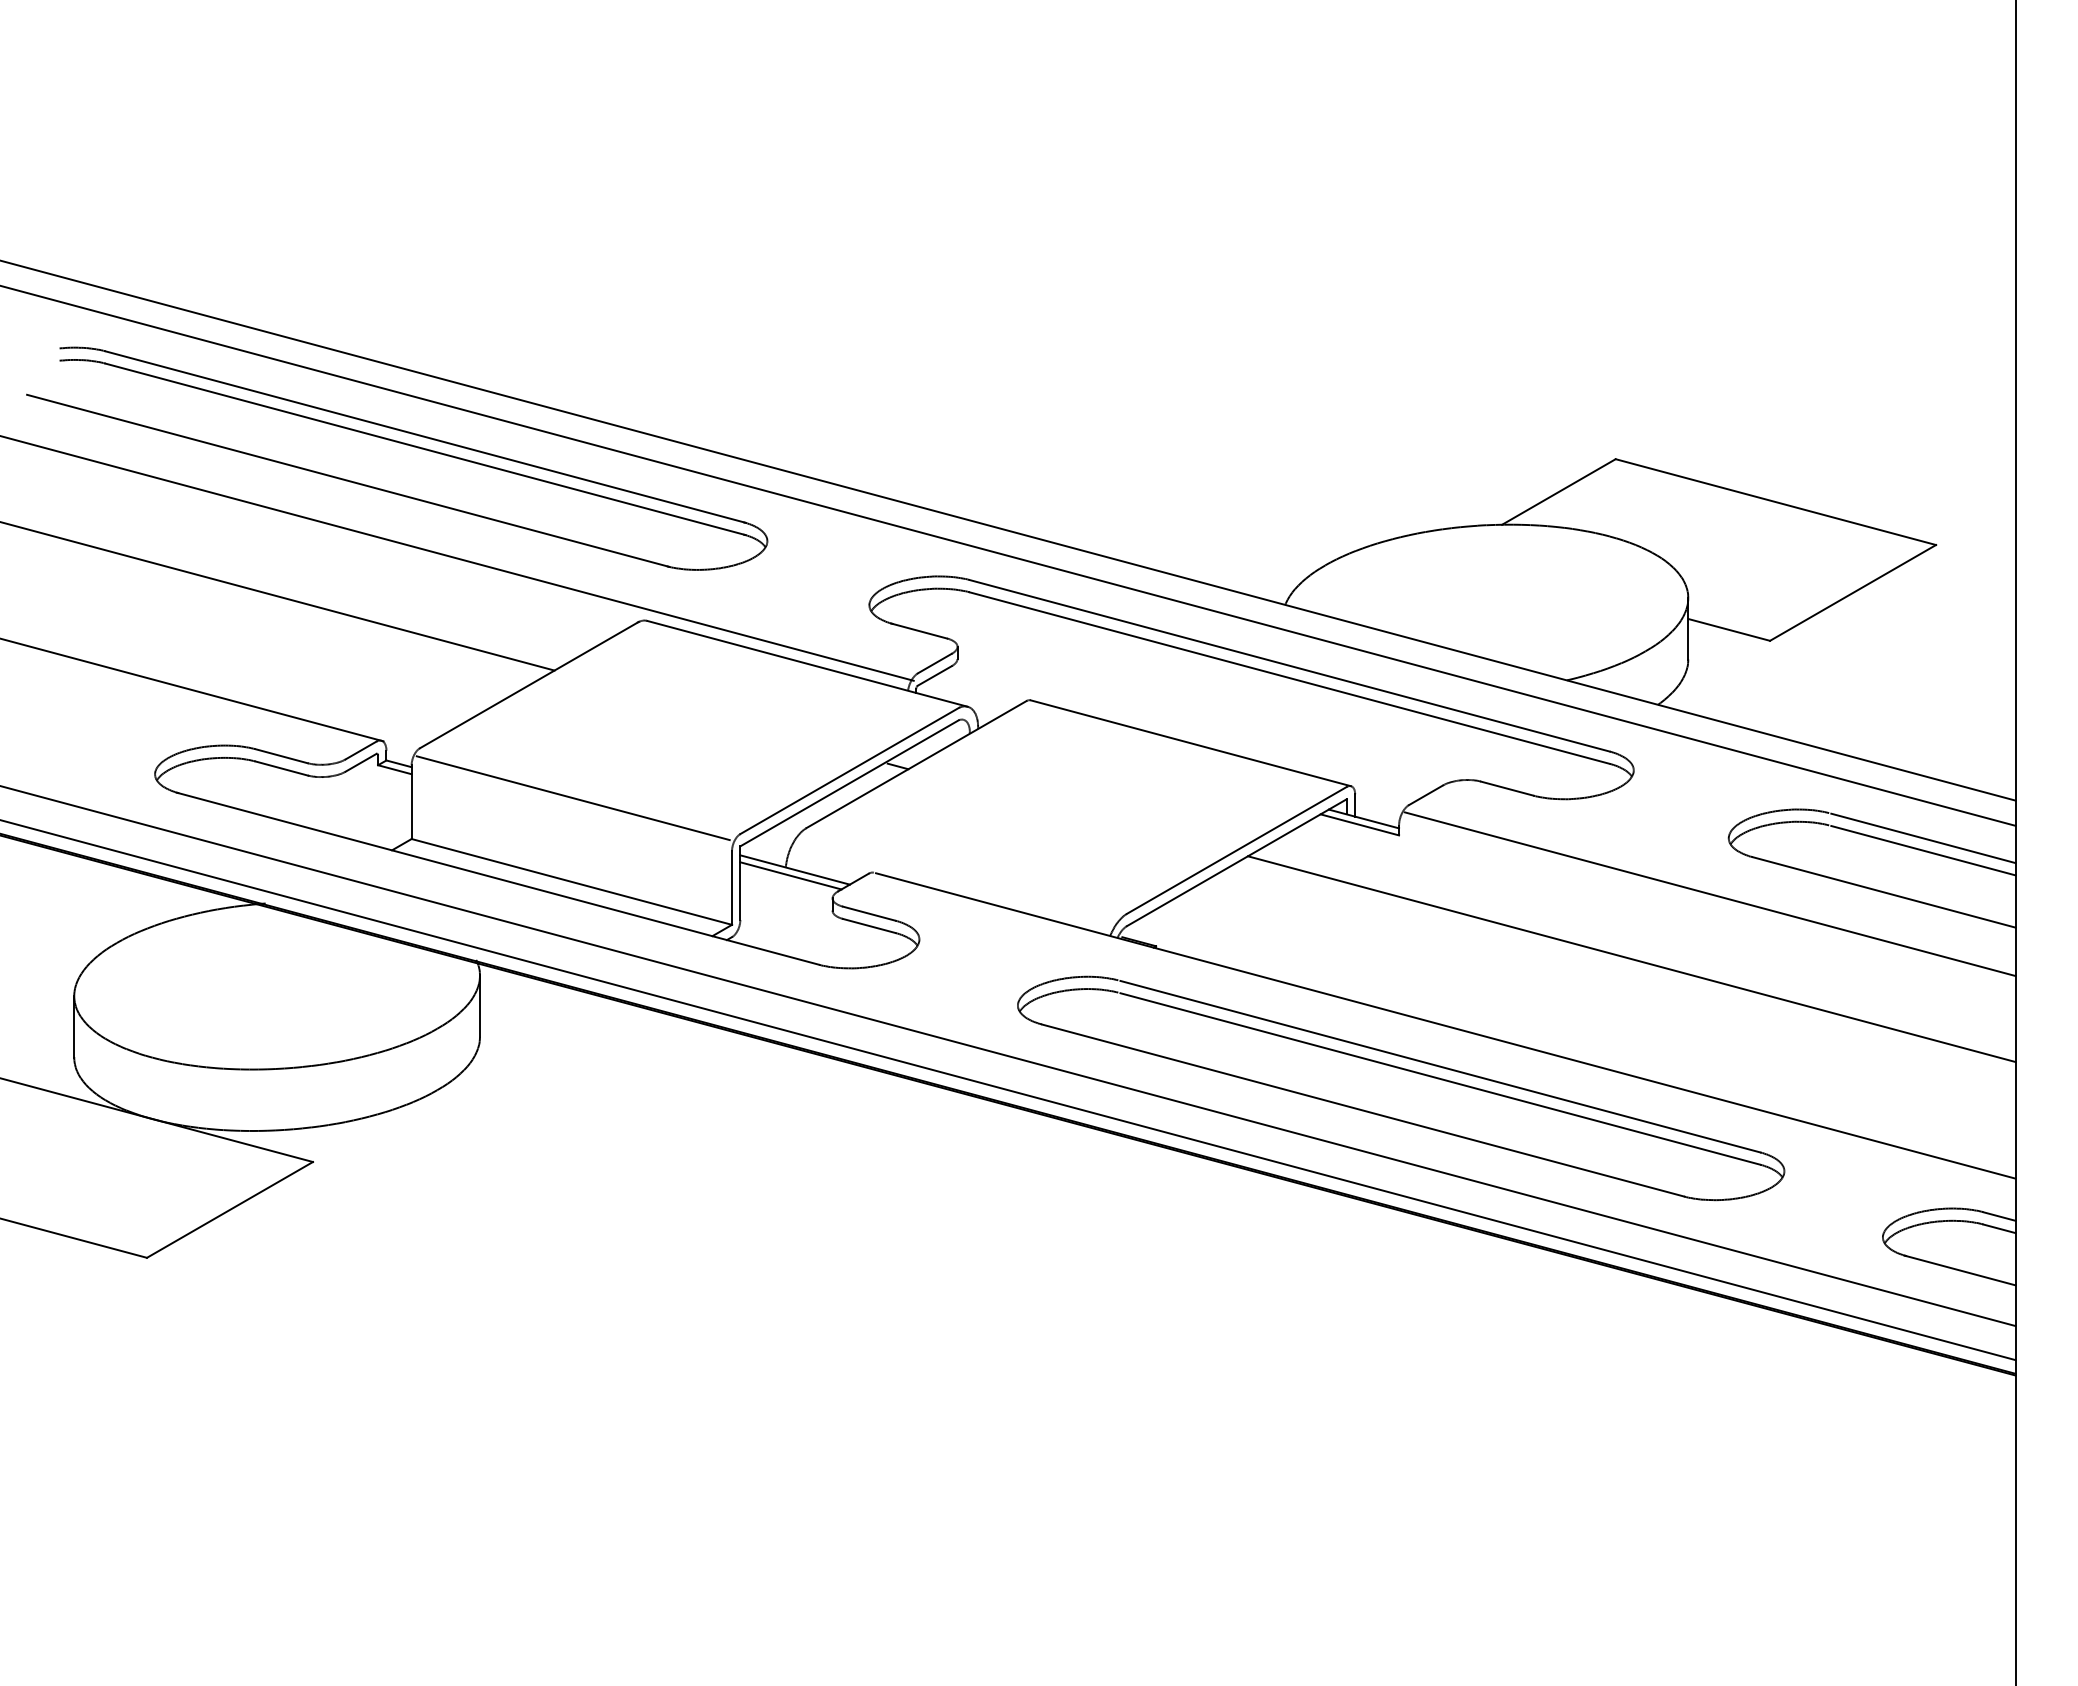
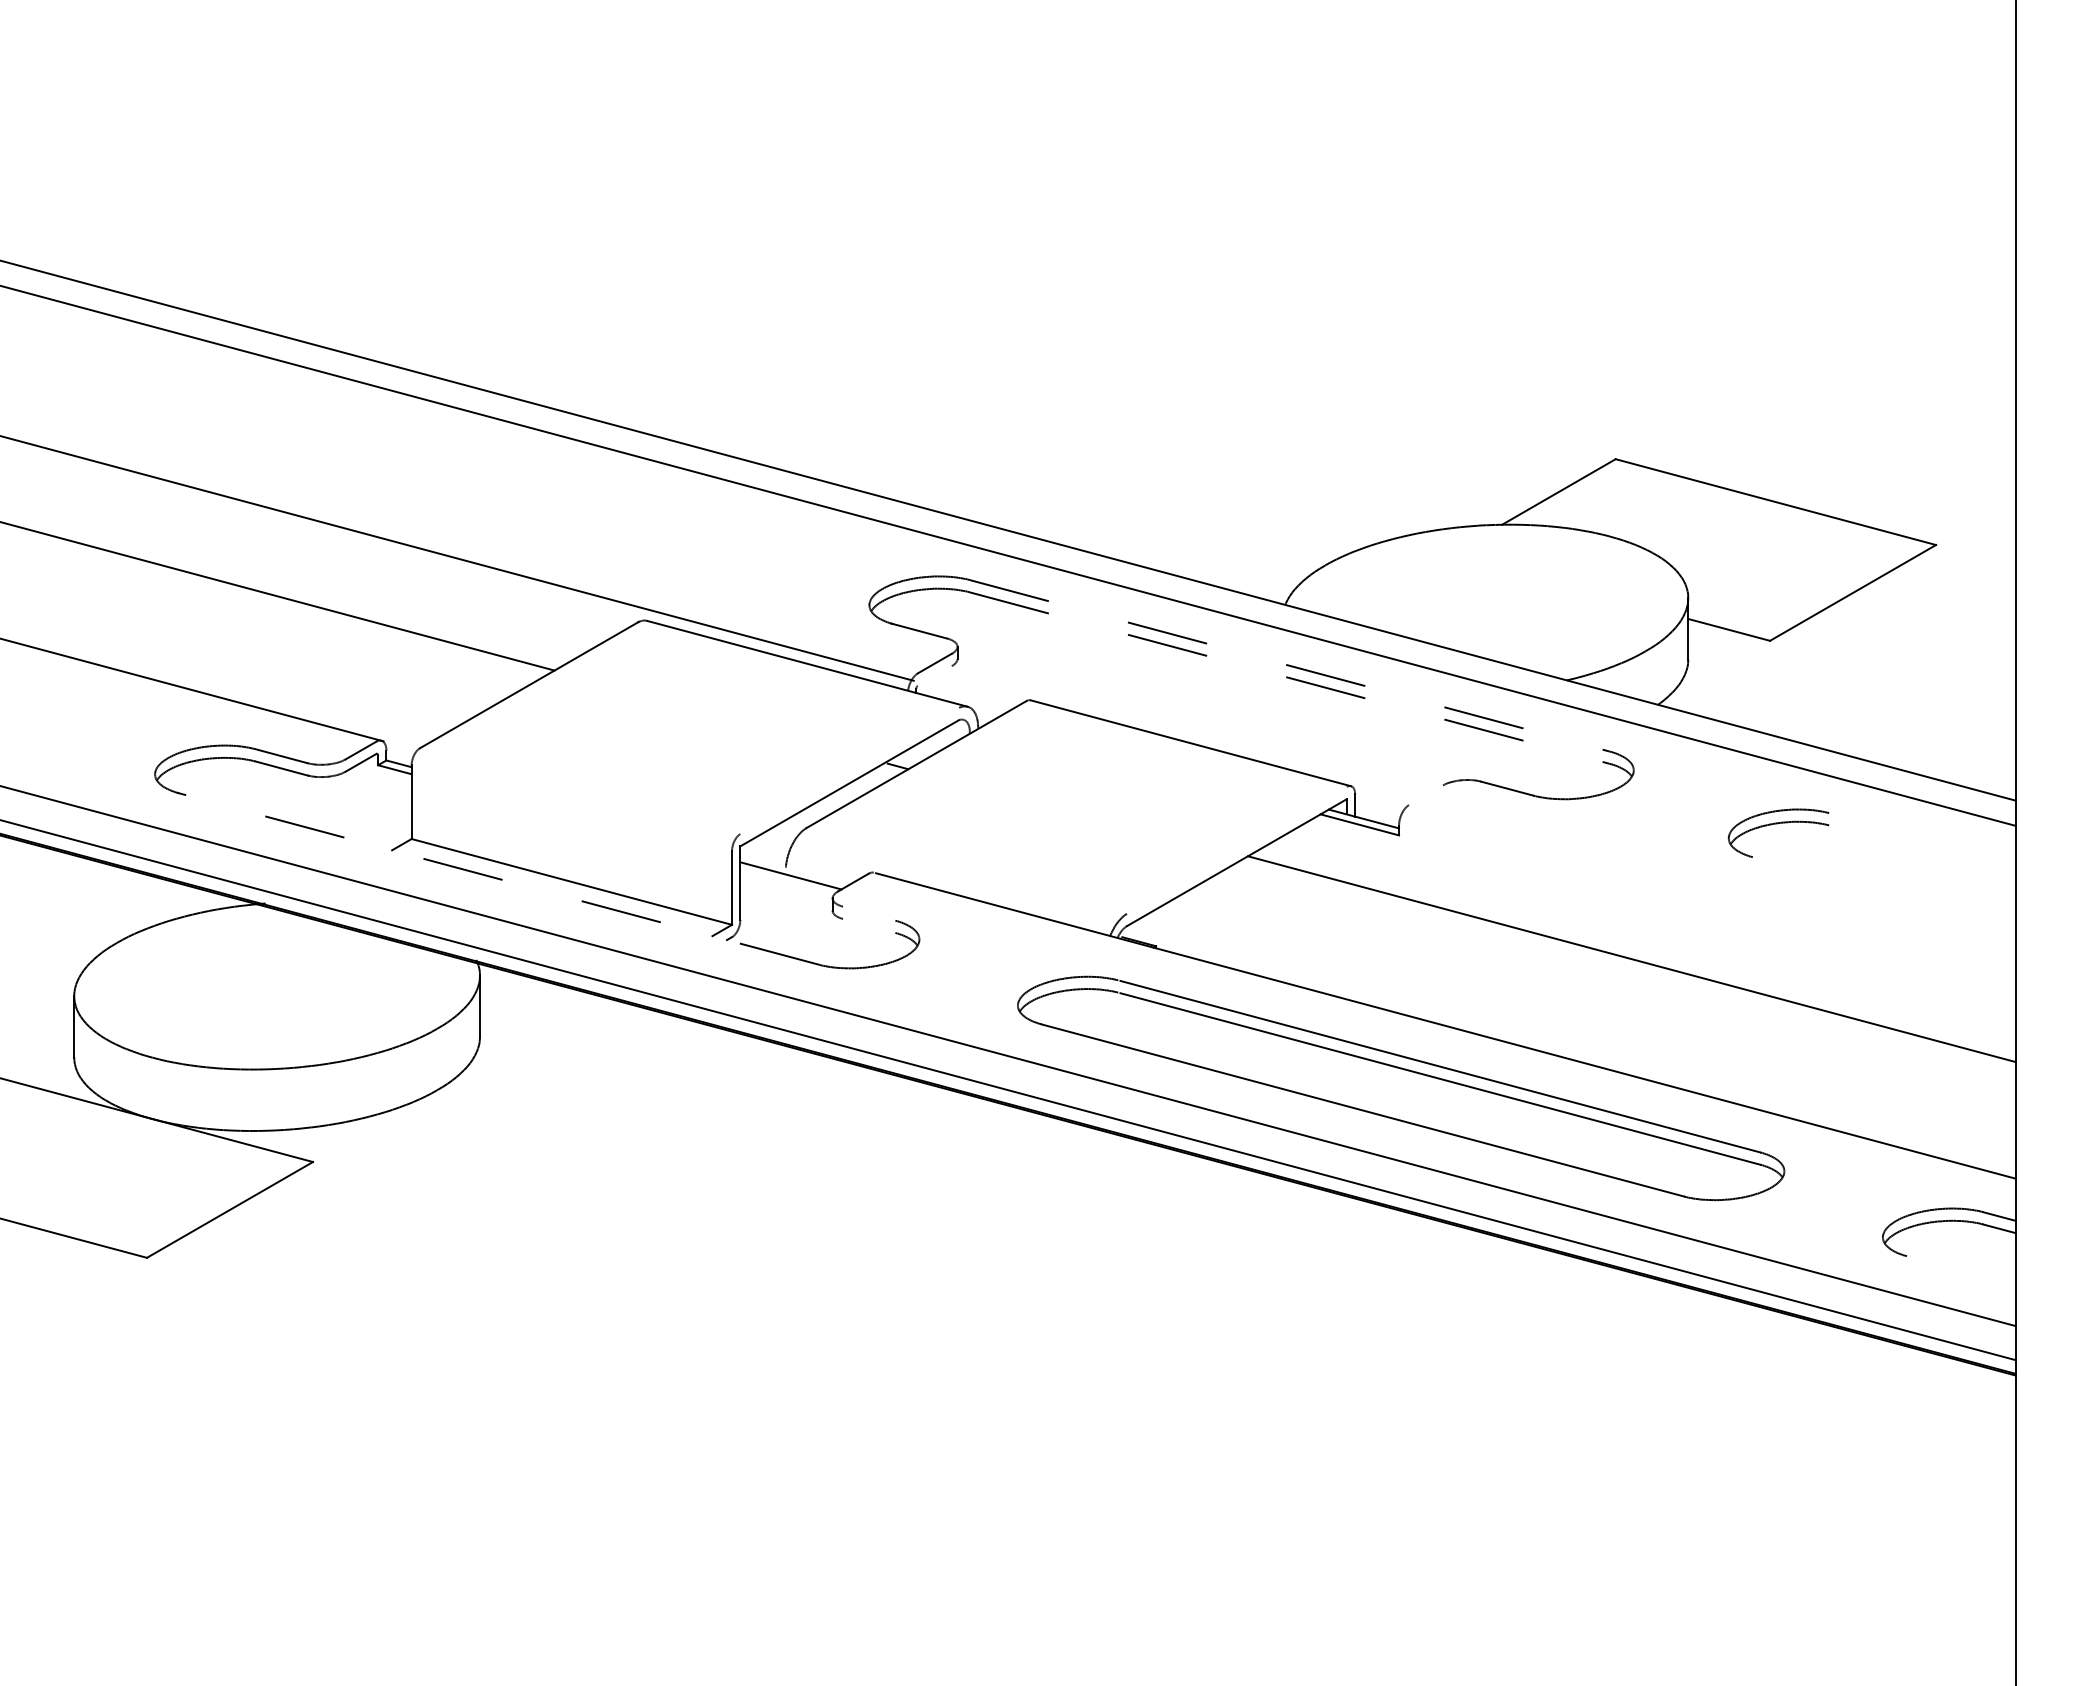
part at (402, 444): present -> none
line at (1290, 665): solid -> dashed
line at (934, 675): present -> none
line at (1290, 678): solid -> dashed
line at (849, 770): present -> none
line at (1425, 795): present -> none
line at (572, 798): present -> none
line at (1923, 838): present -> none
line at (1236, 849): present -> none
line at (1923, 850): present -> none
line at (794, 869): present -> none
line at (497, 878): solid -> dashed
line at (1883, 892): present -> none
line at (1709, 894): present -> none
line at (869, 913): present -> none
line at (869, 925): present -> none
line at (1959, 1270): present -> none
